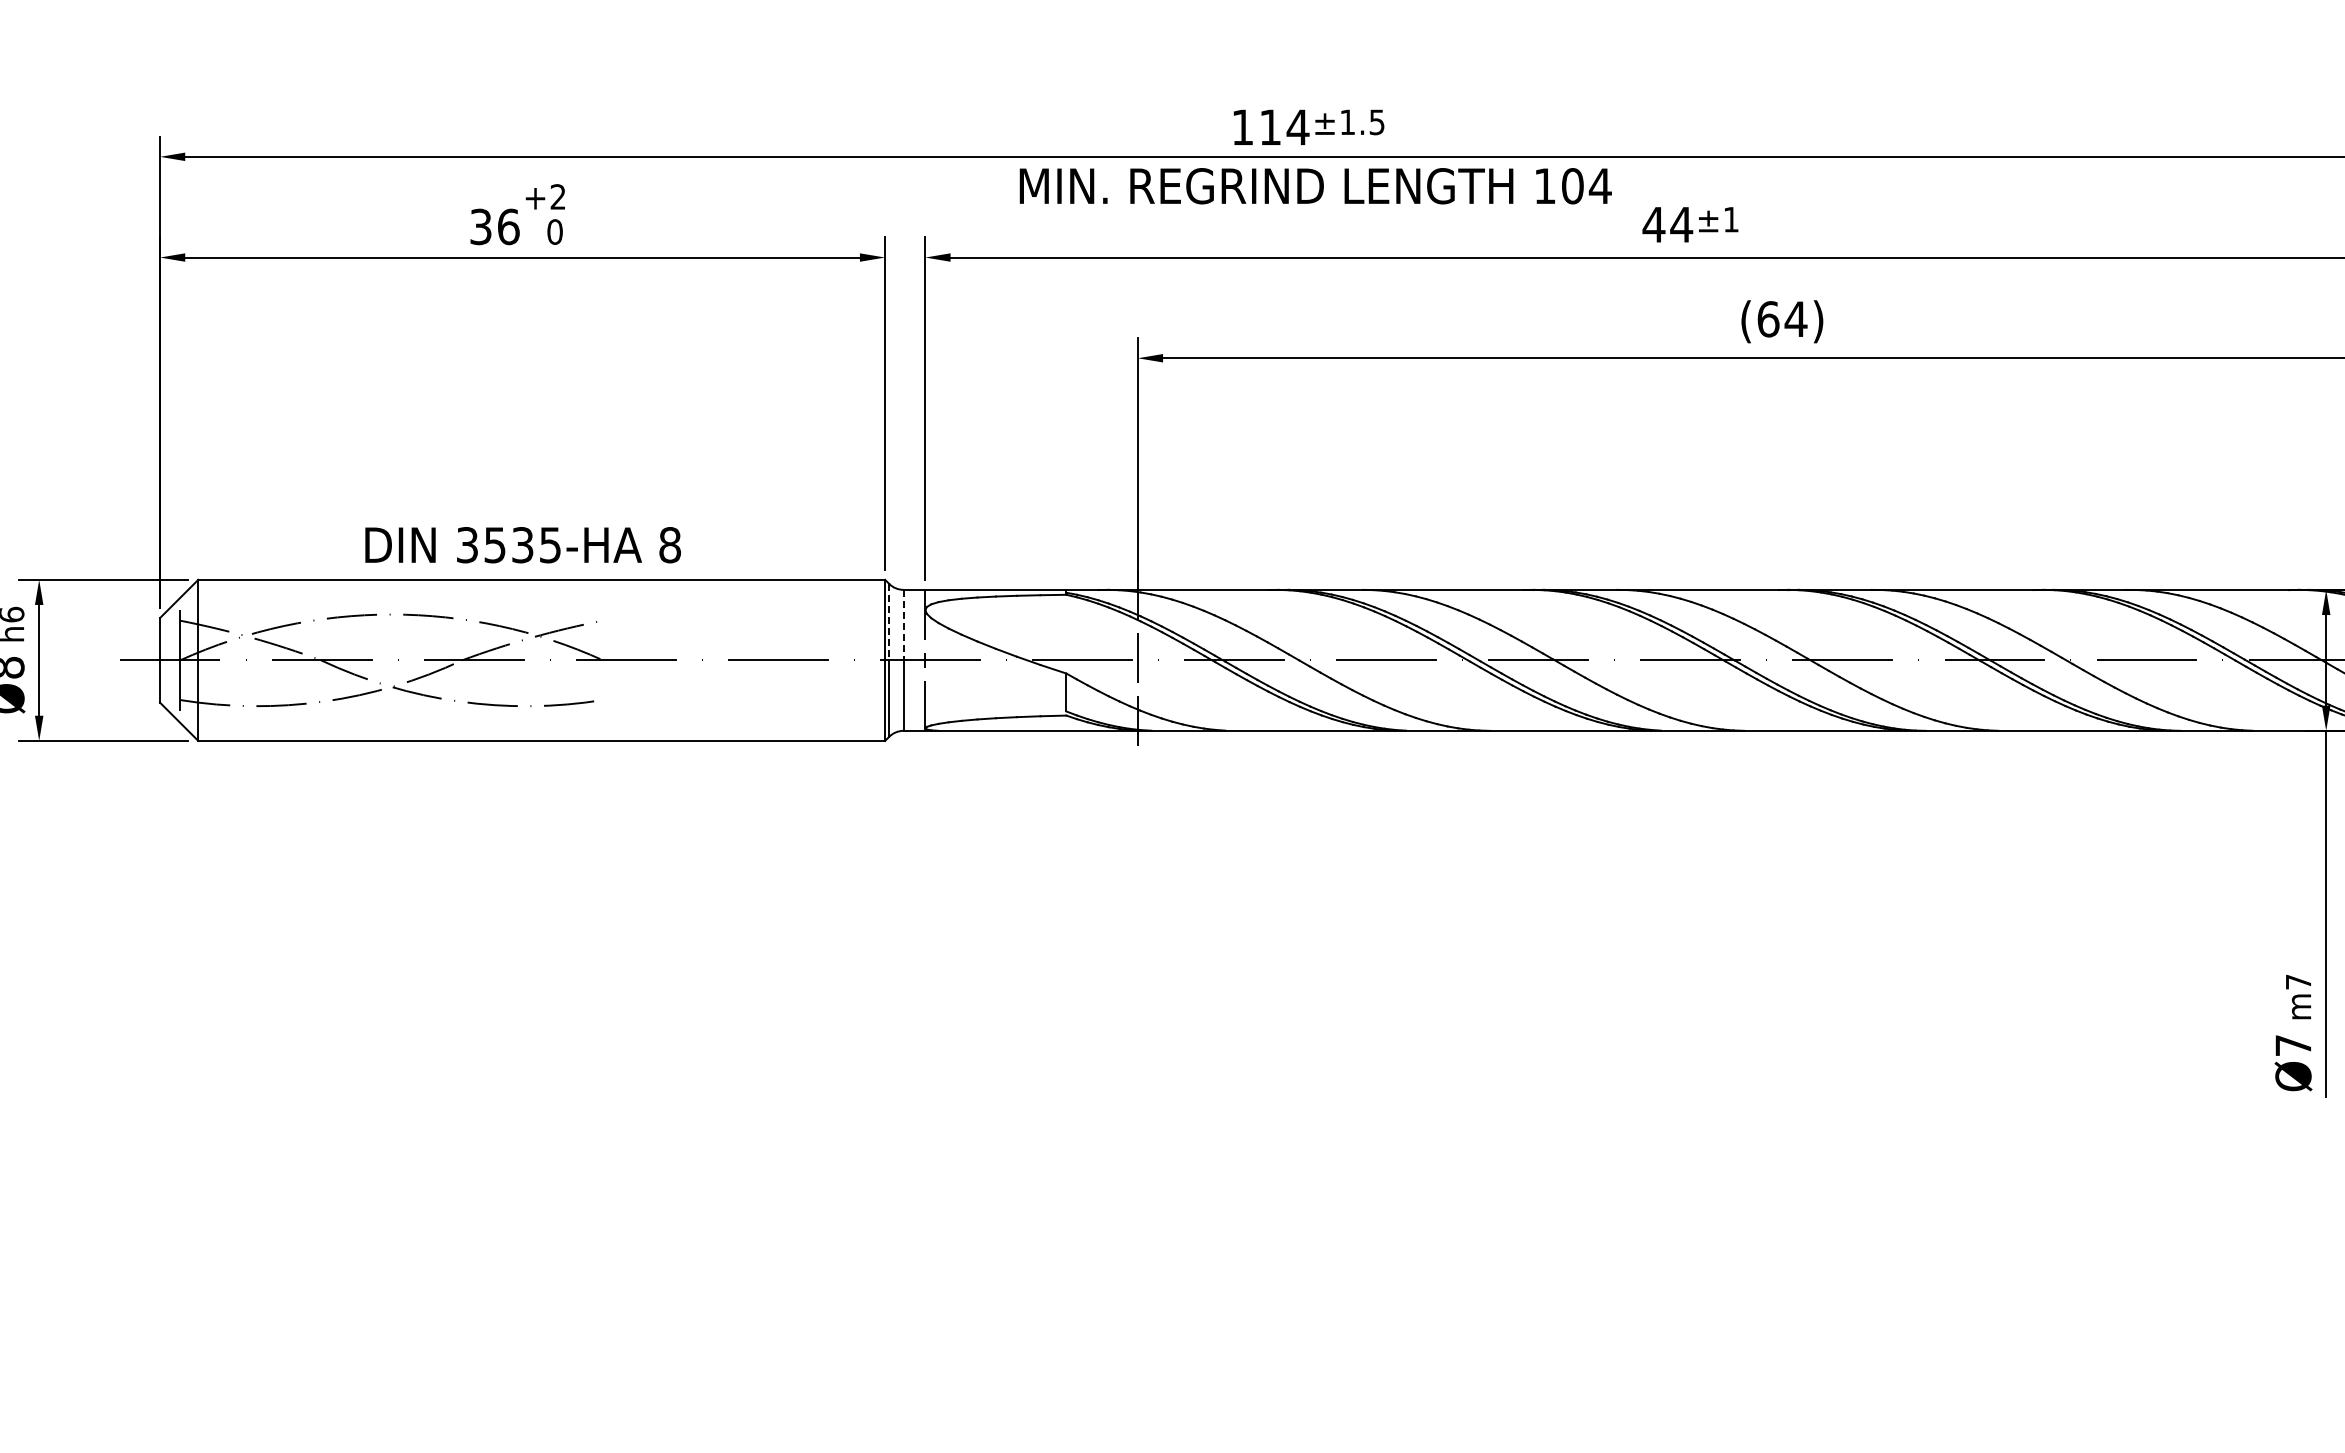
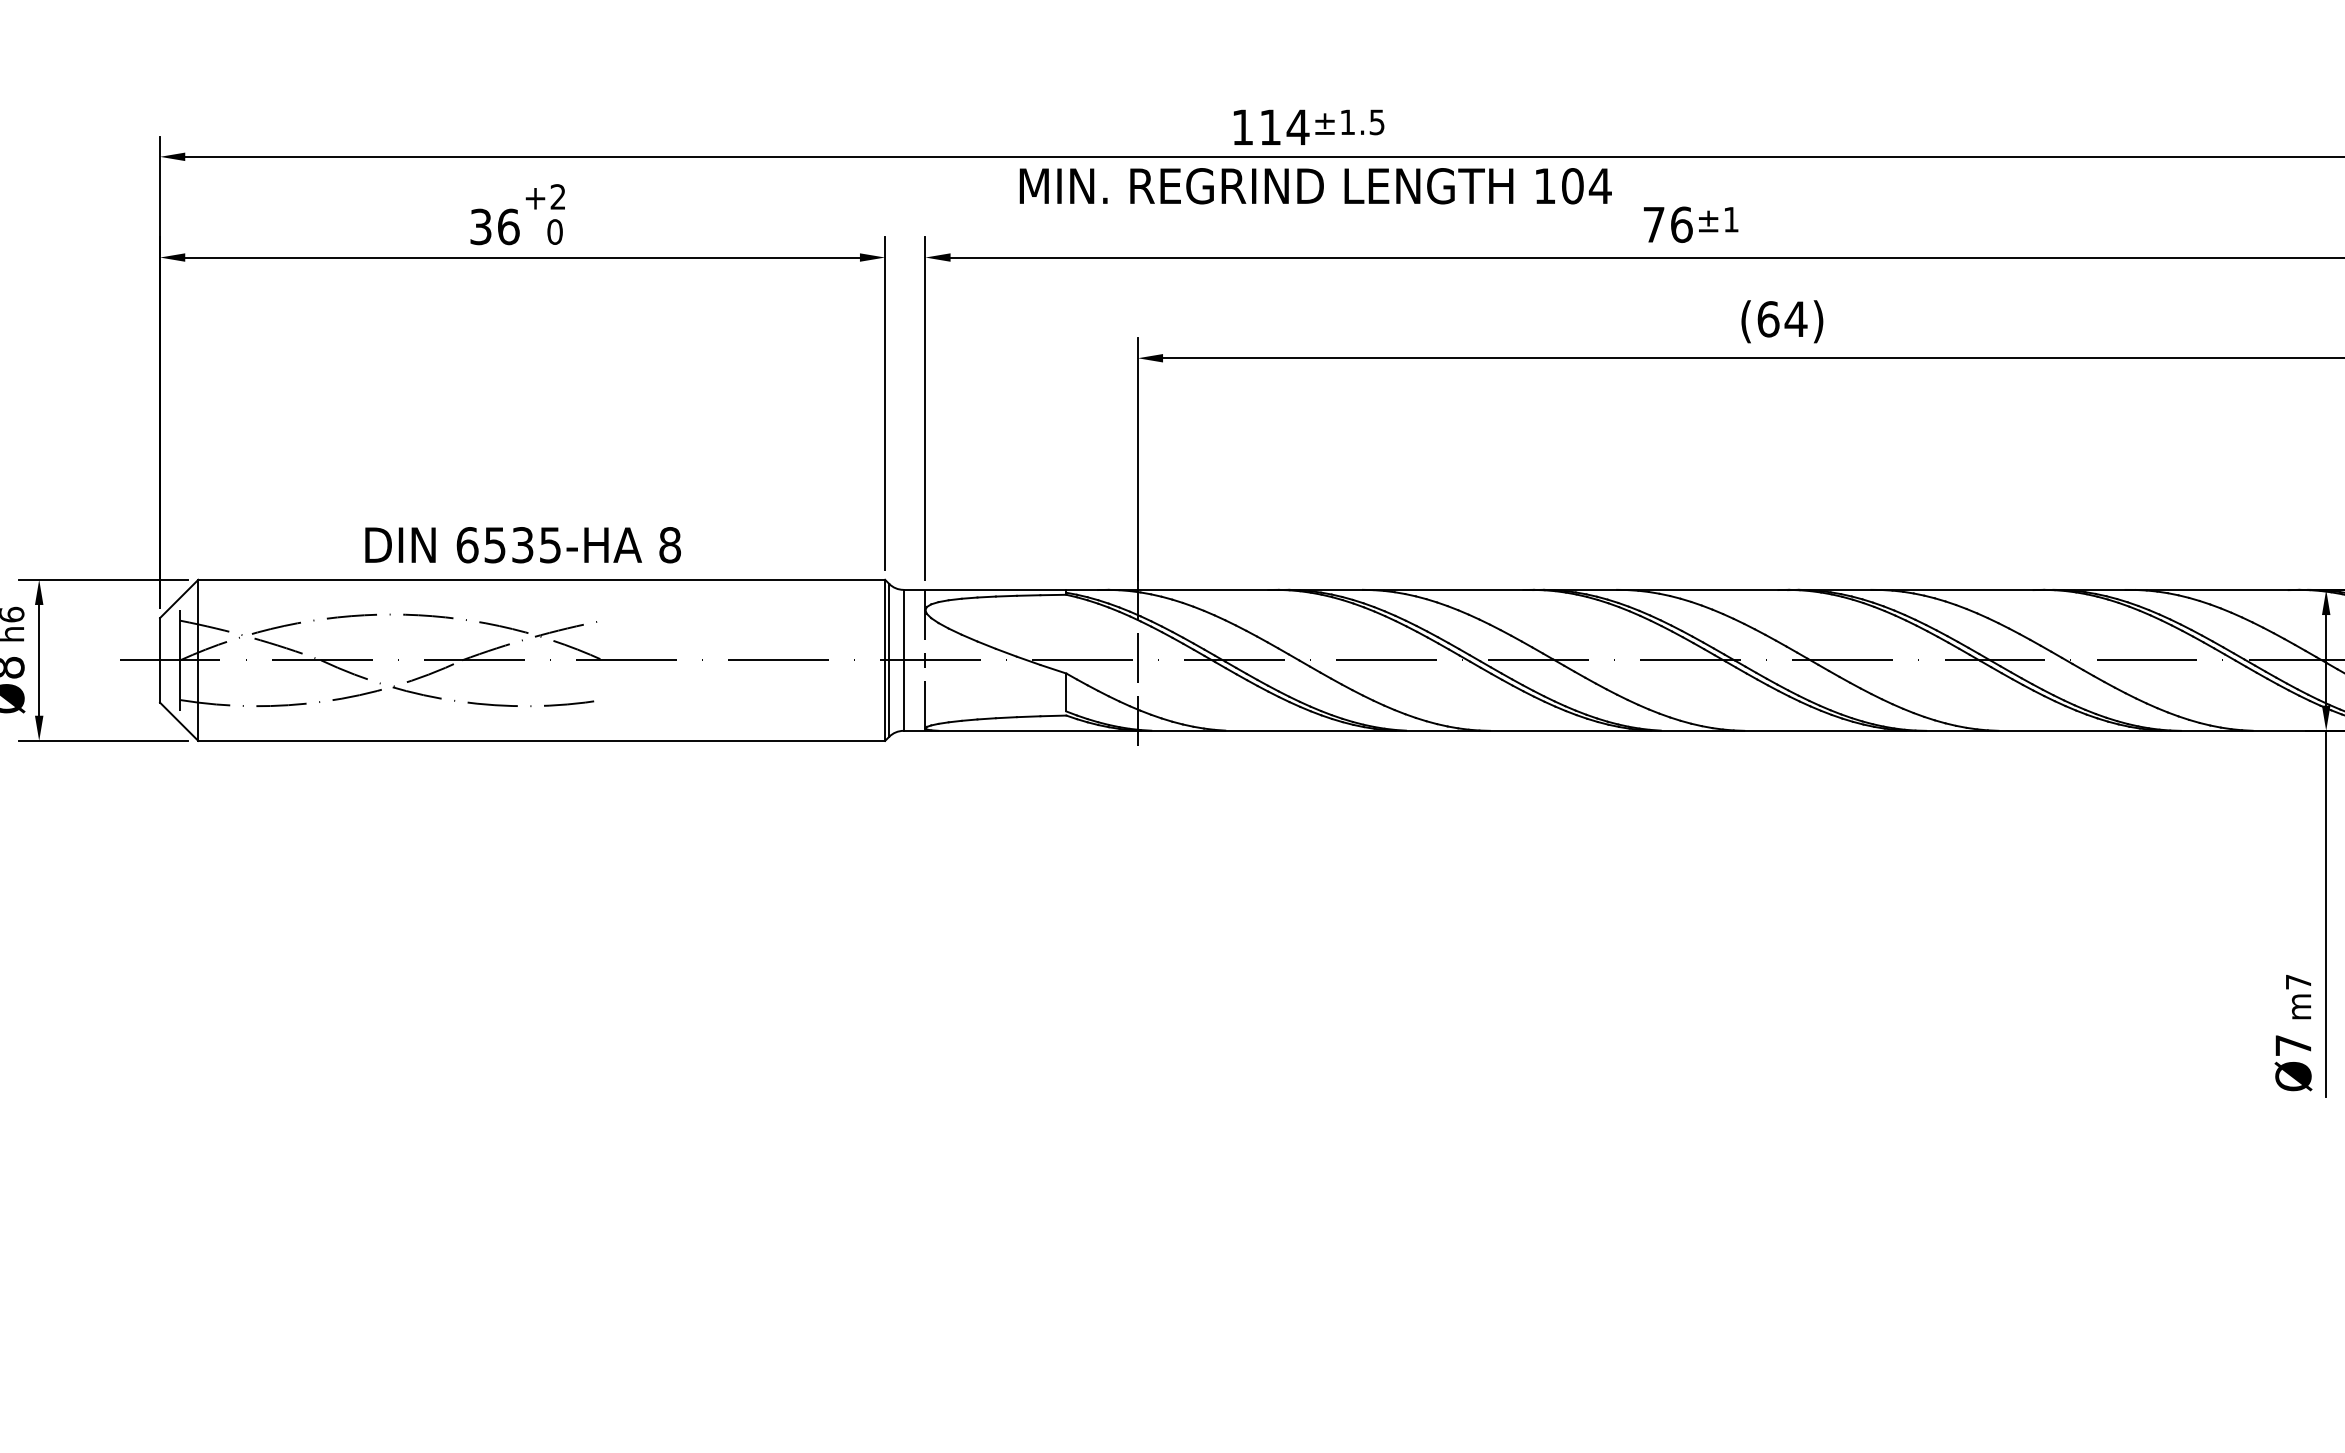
text at (1667, 224): 44 -> 76
text at (467, 545): 3535-HA -> 6535-HA
line at (889, 622): dashed -> solid
line at (903, 625): dashed -> solid
